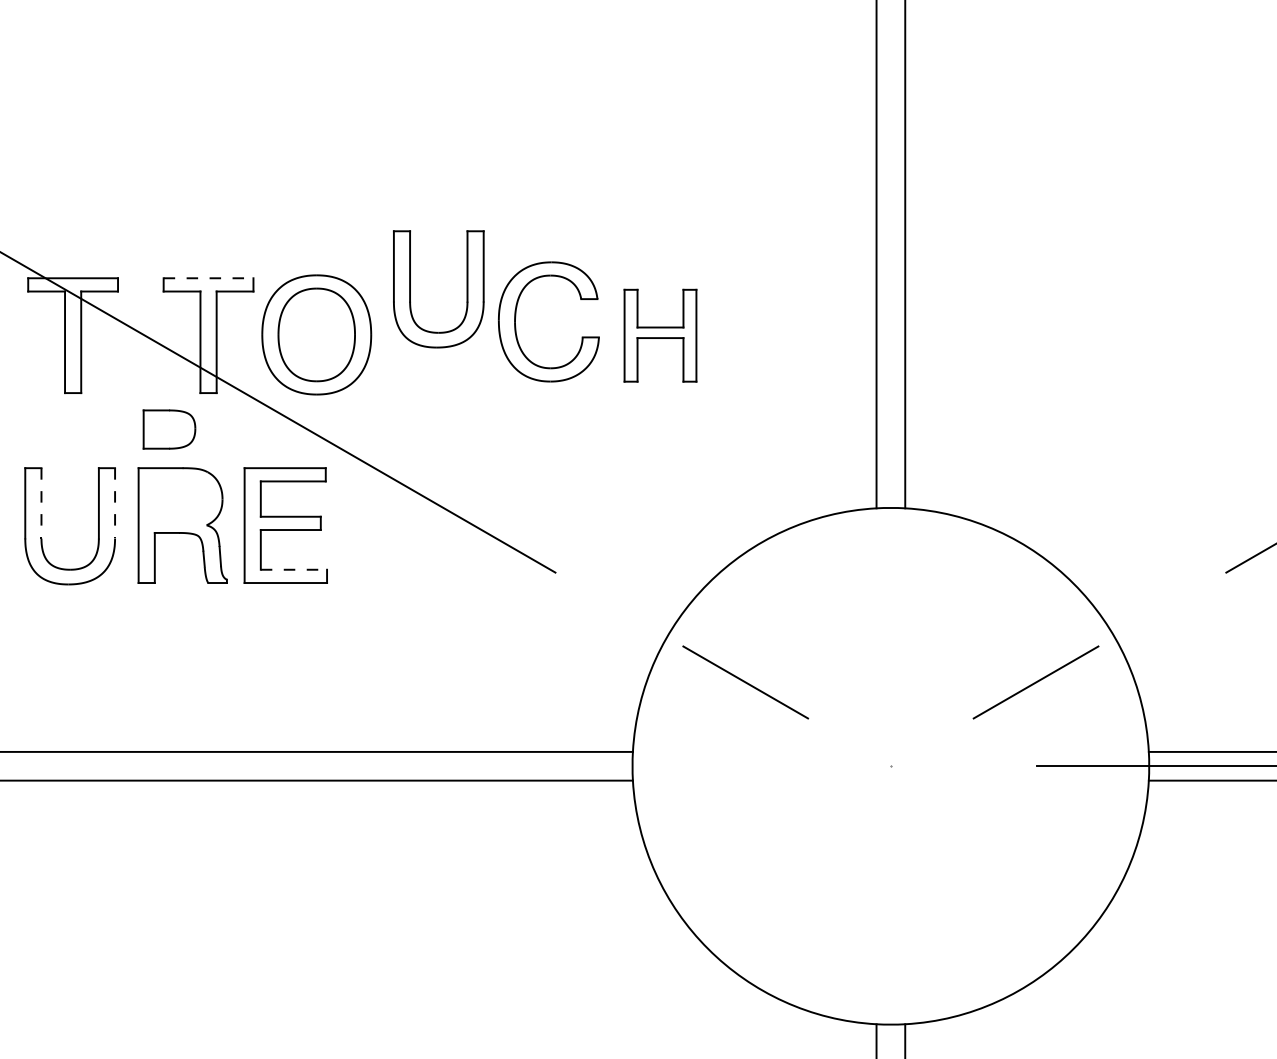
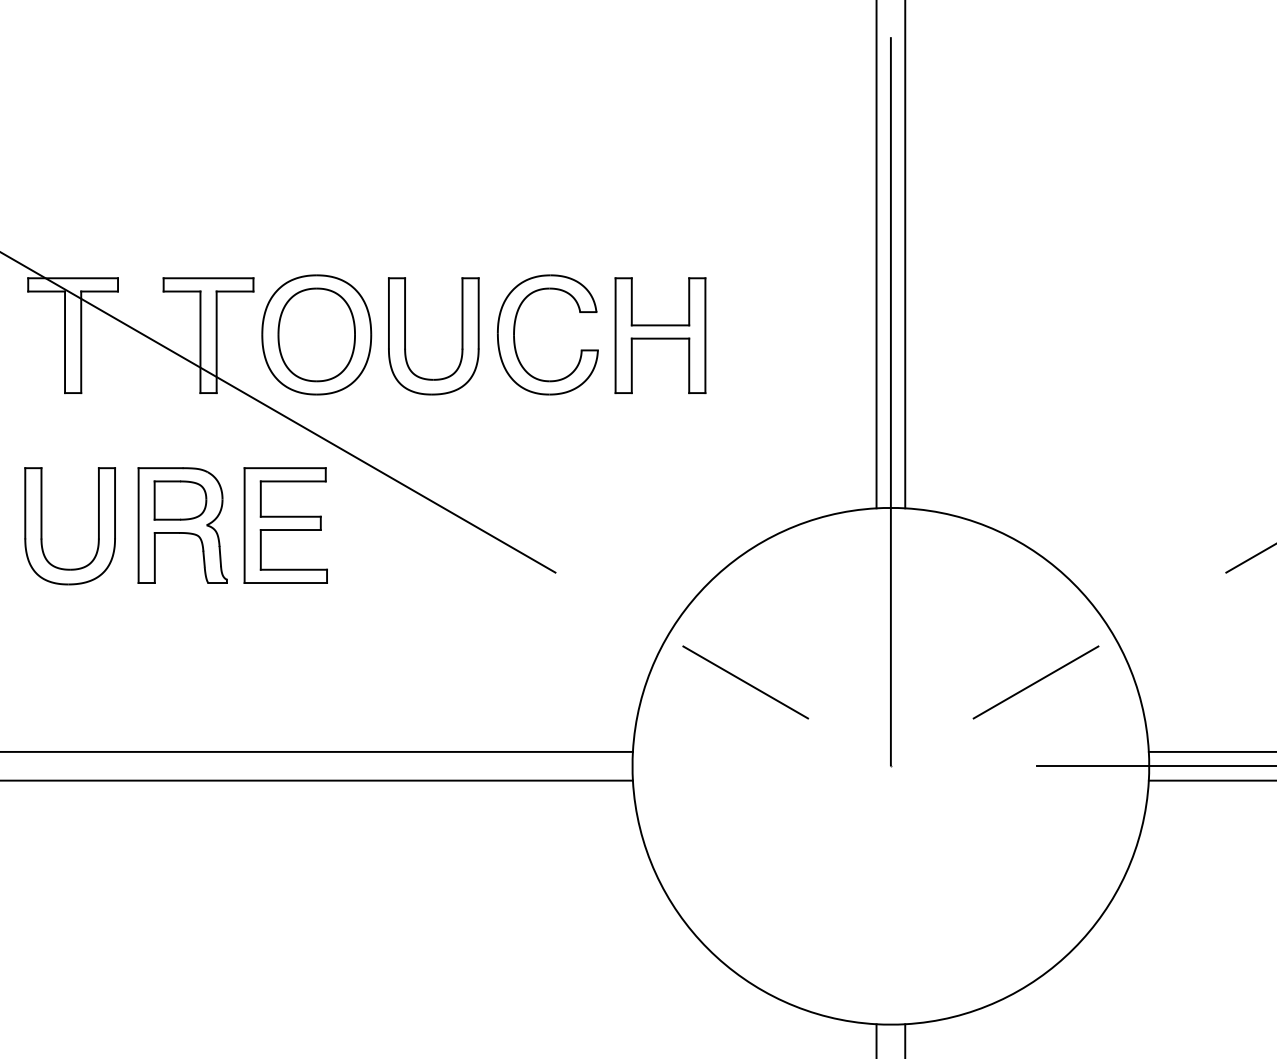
line at (208, 278): dashed -> solid
part at (410, 289) position: (410, 289) -> (405, 336)
part at (516, 316) position: (516, 316) -> (515, 329)
part at (660, 335) size: 75x95 px -> 93x118 px
line at (890, 384): none -> present
part at (169, 429) position: (169, 429) -> (180, 500)
line at (41, 503): dashed -> solid
line at (115, 503): dashed -> solid
line at (294, 569): dashed -> solid
